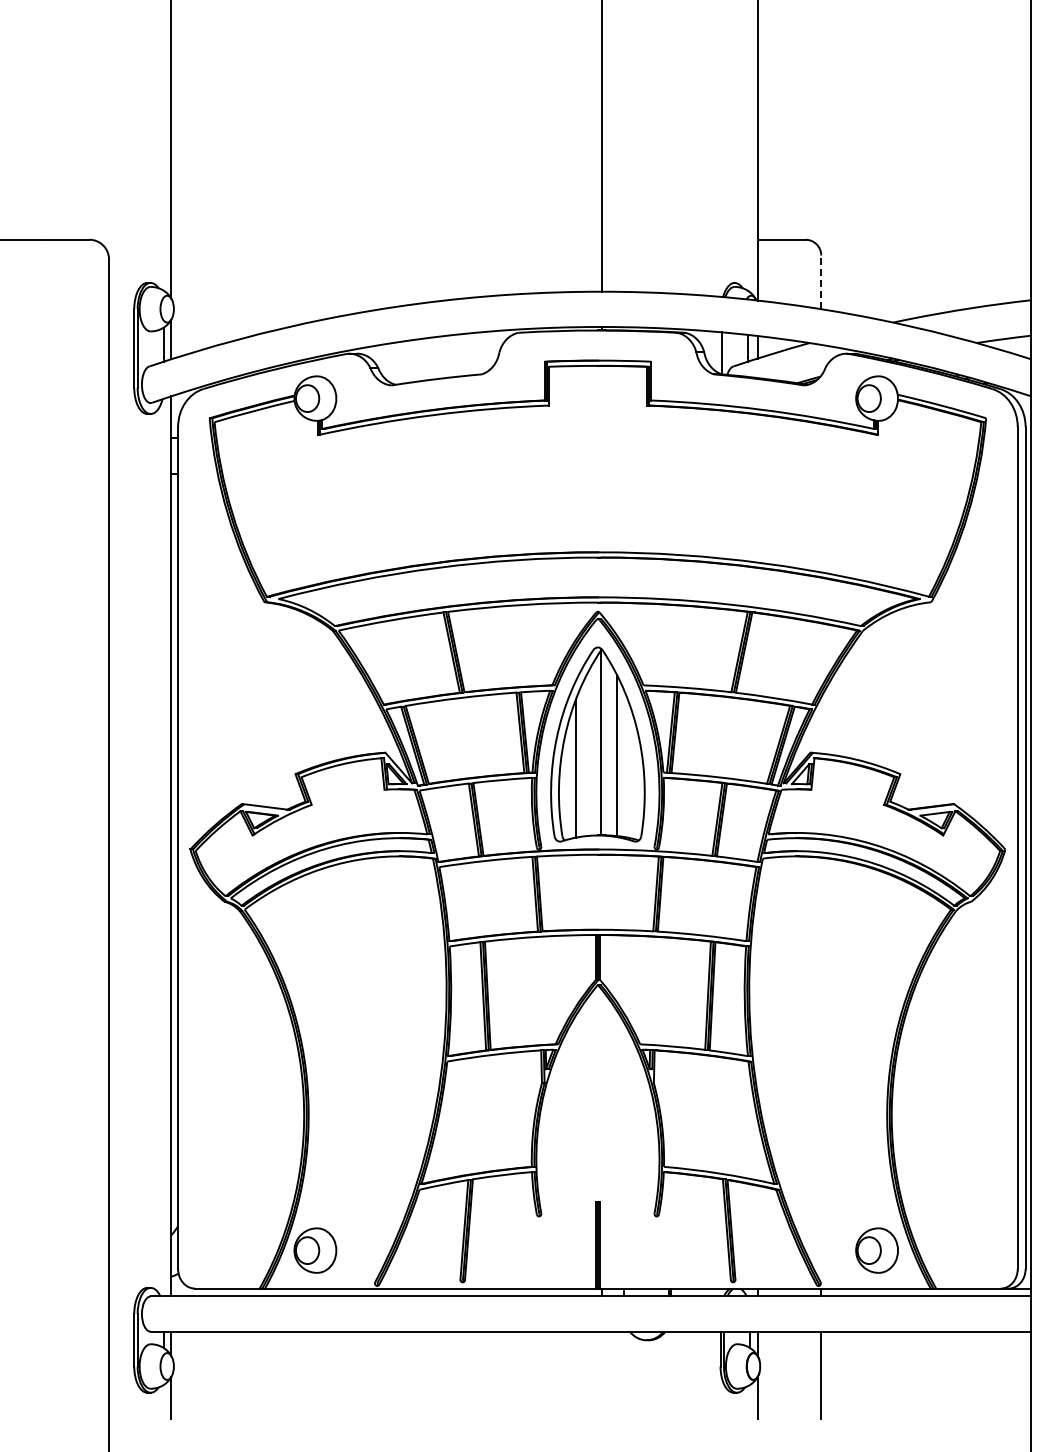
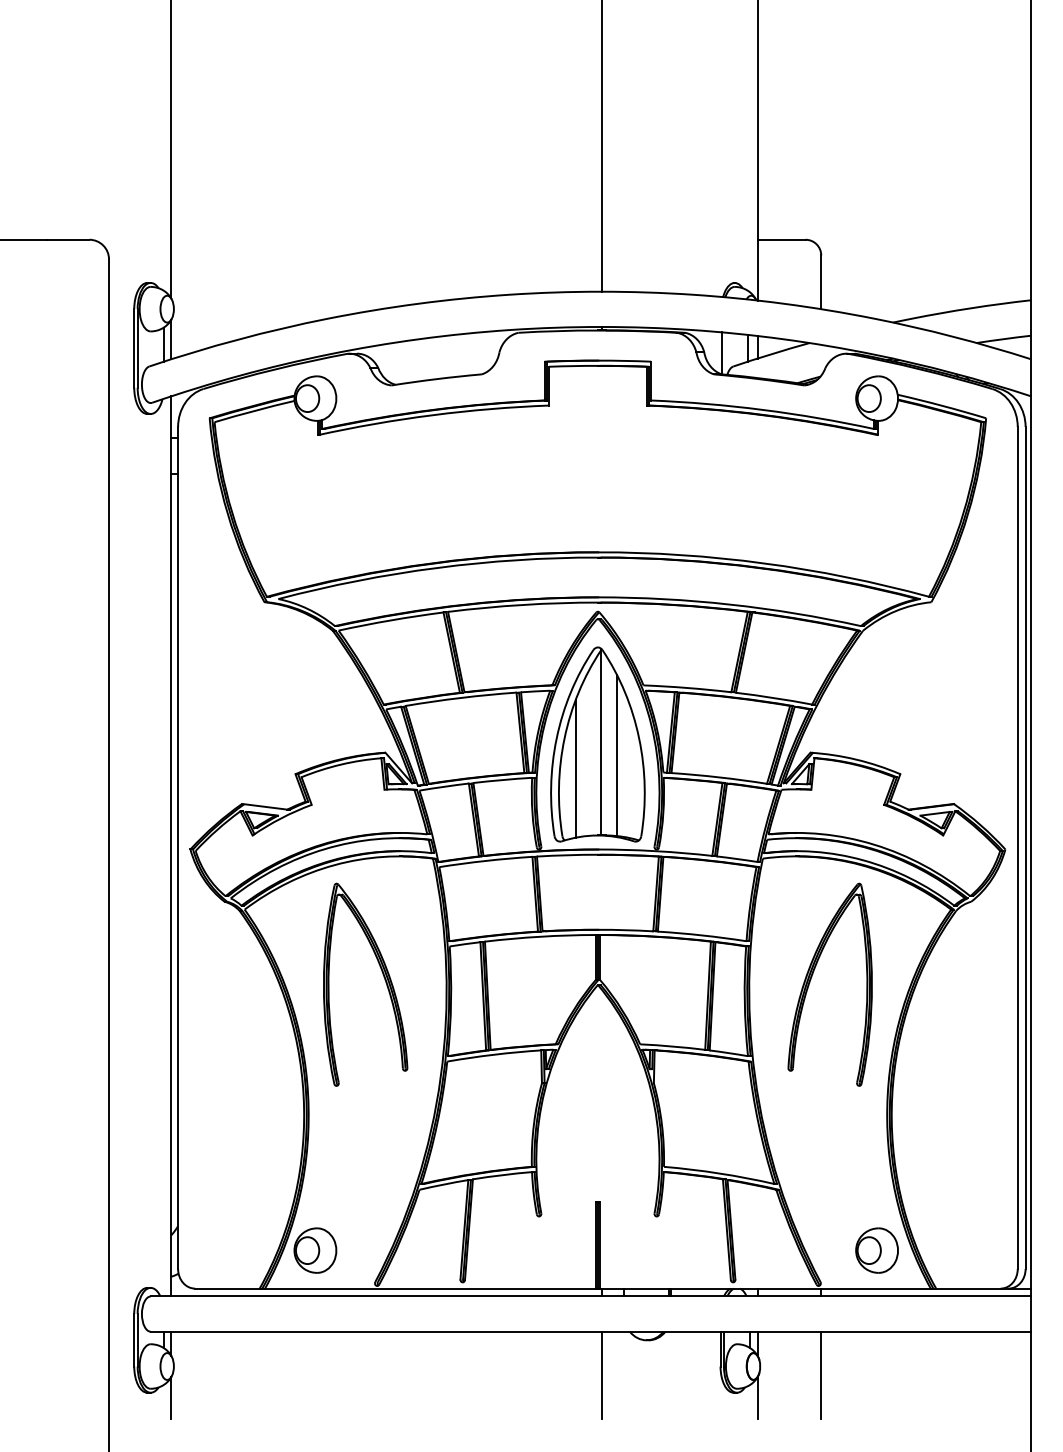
line at (821, 282): dashed -> solid
part at (383, 977): none -> present
part at (812, 977): none -> present
line at (601, 1374): none -> present
